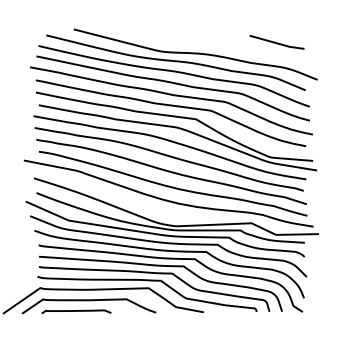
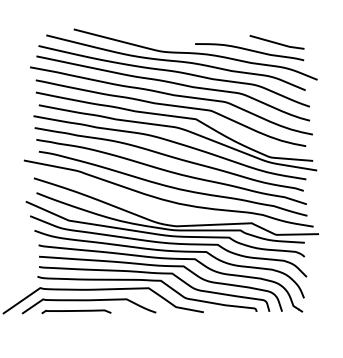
curve at (250, 51): none -> present
